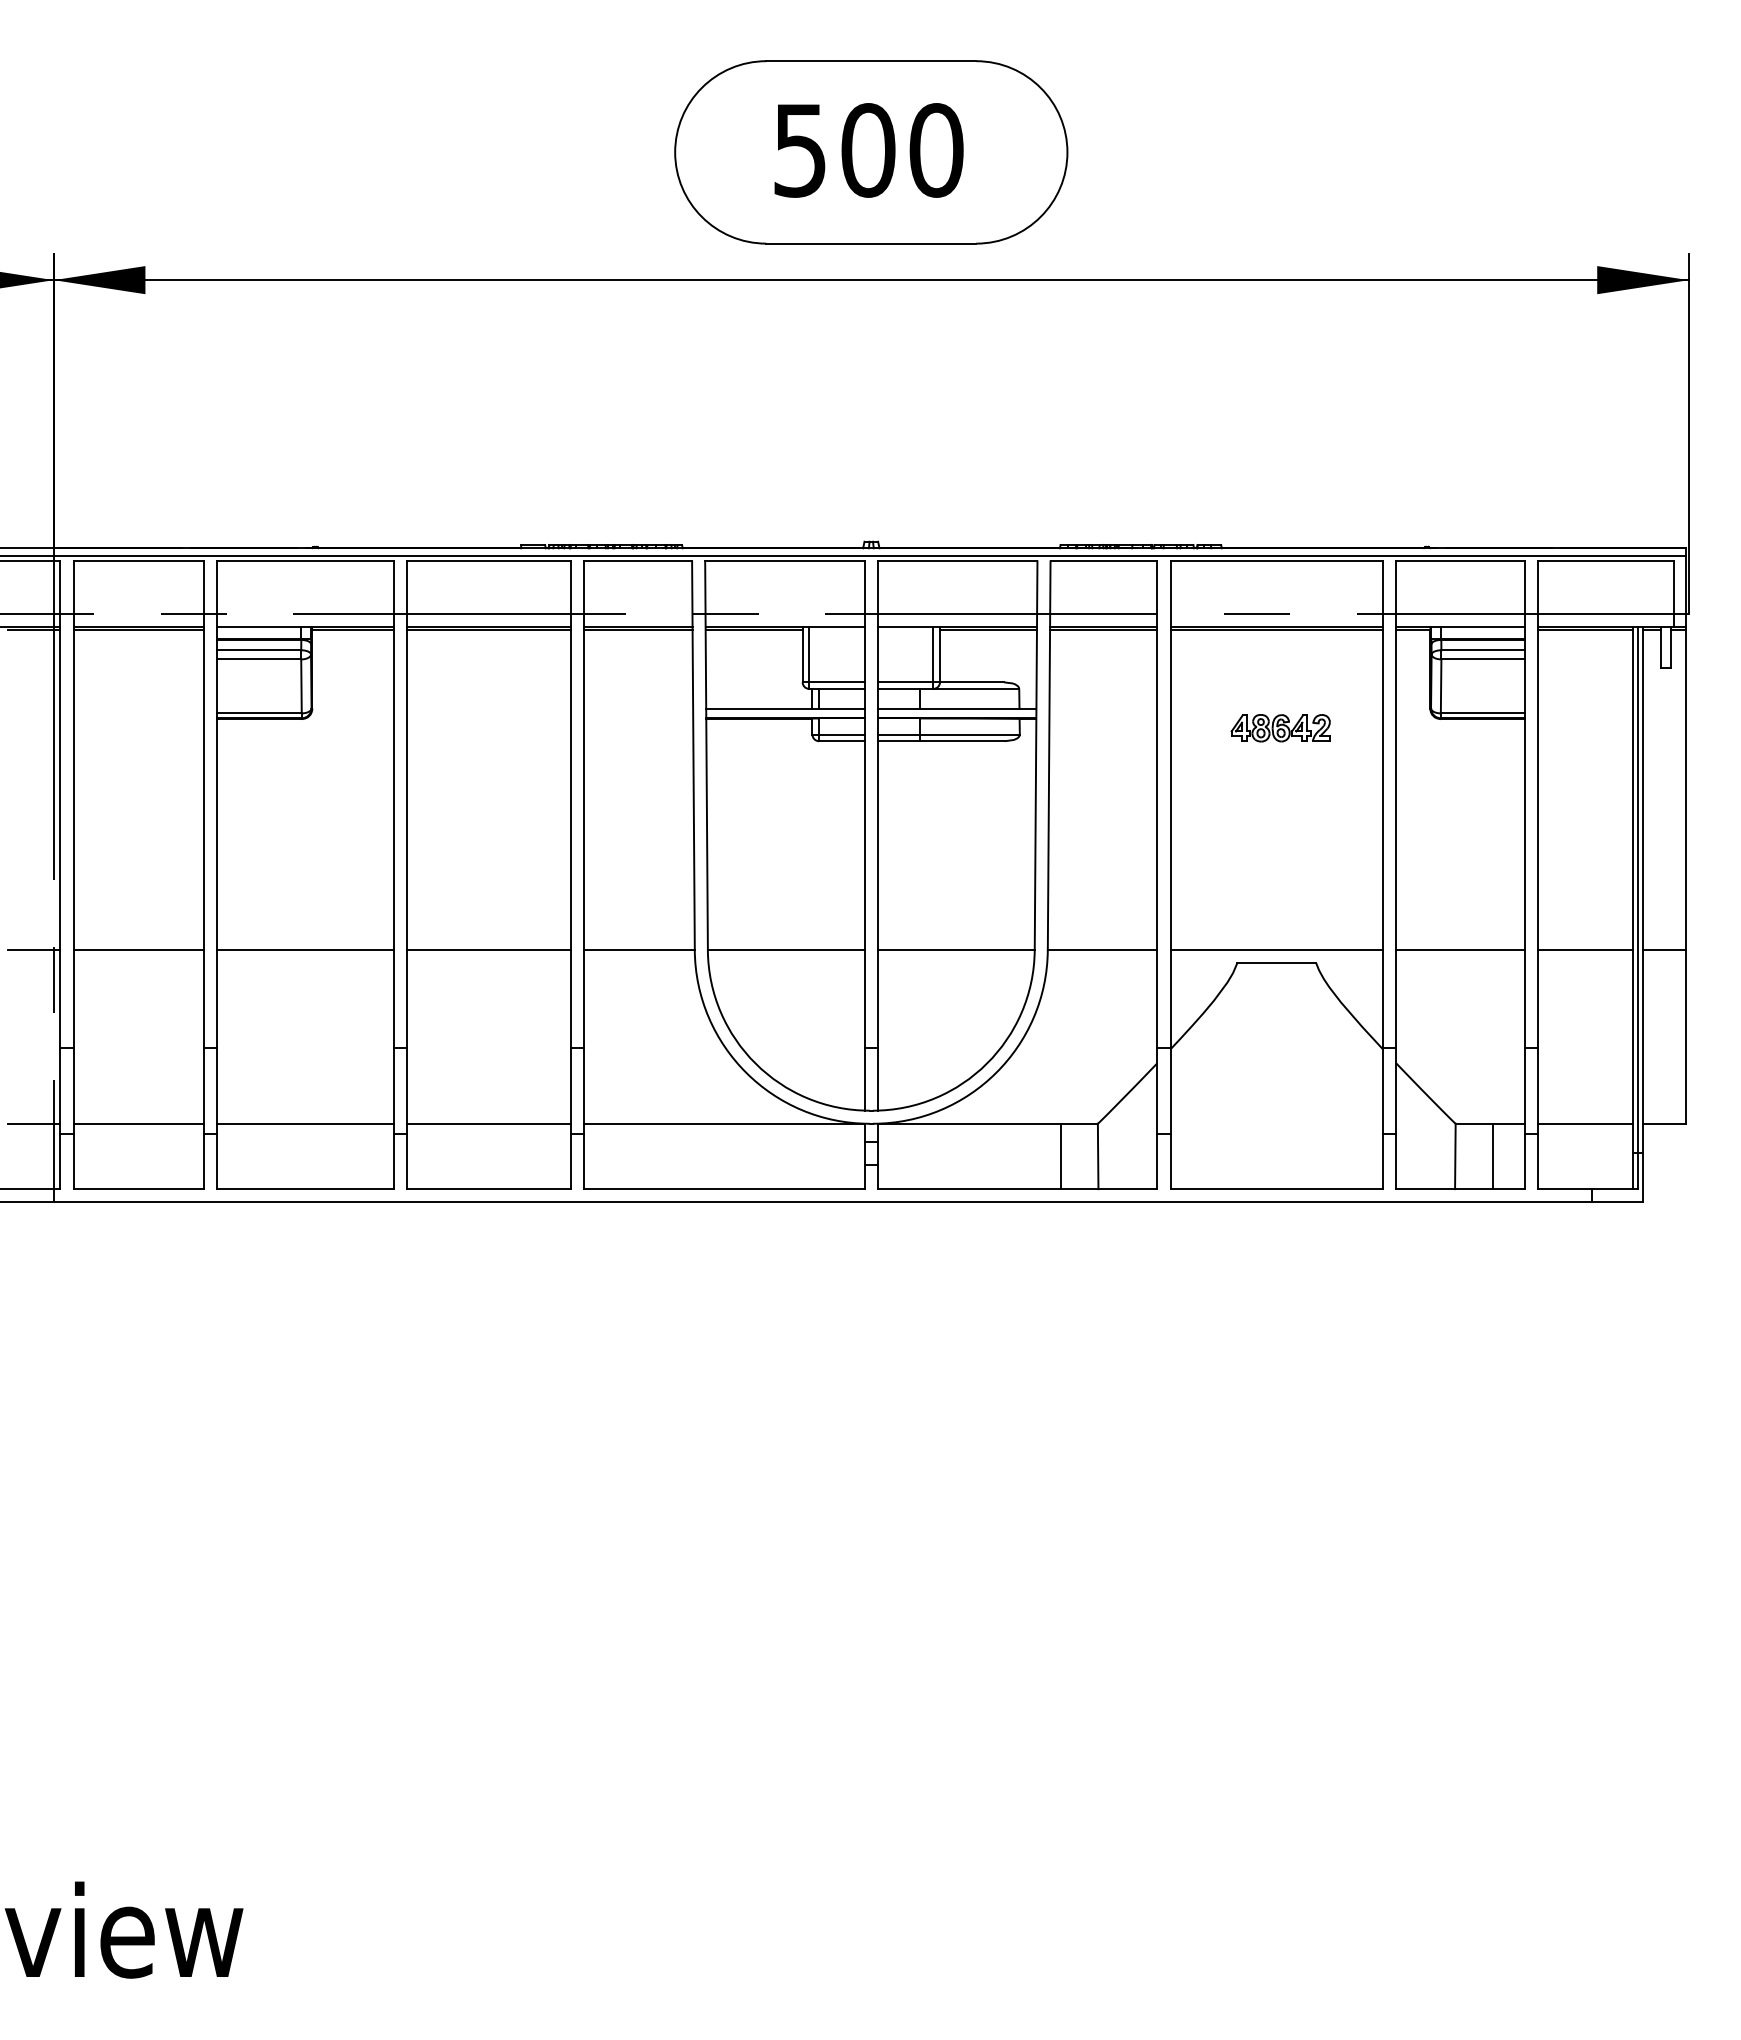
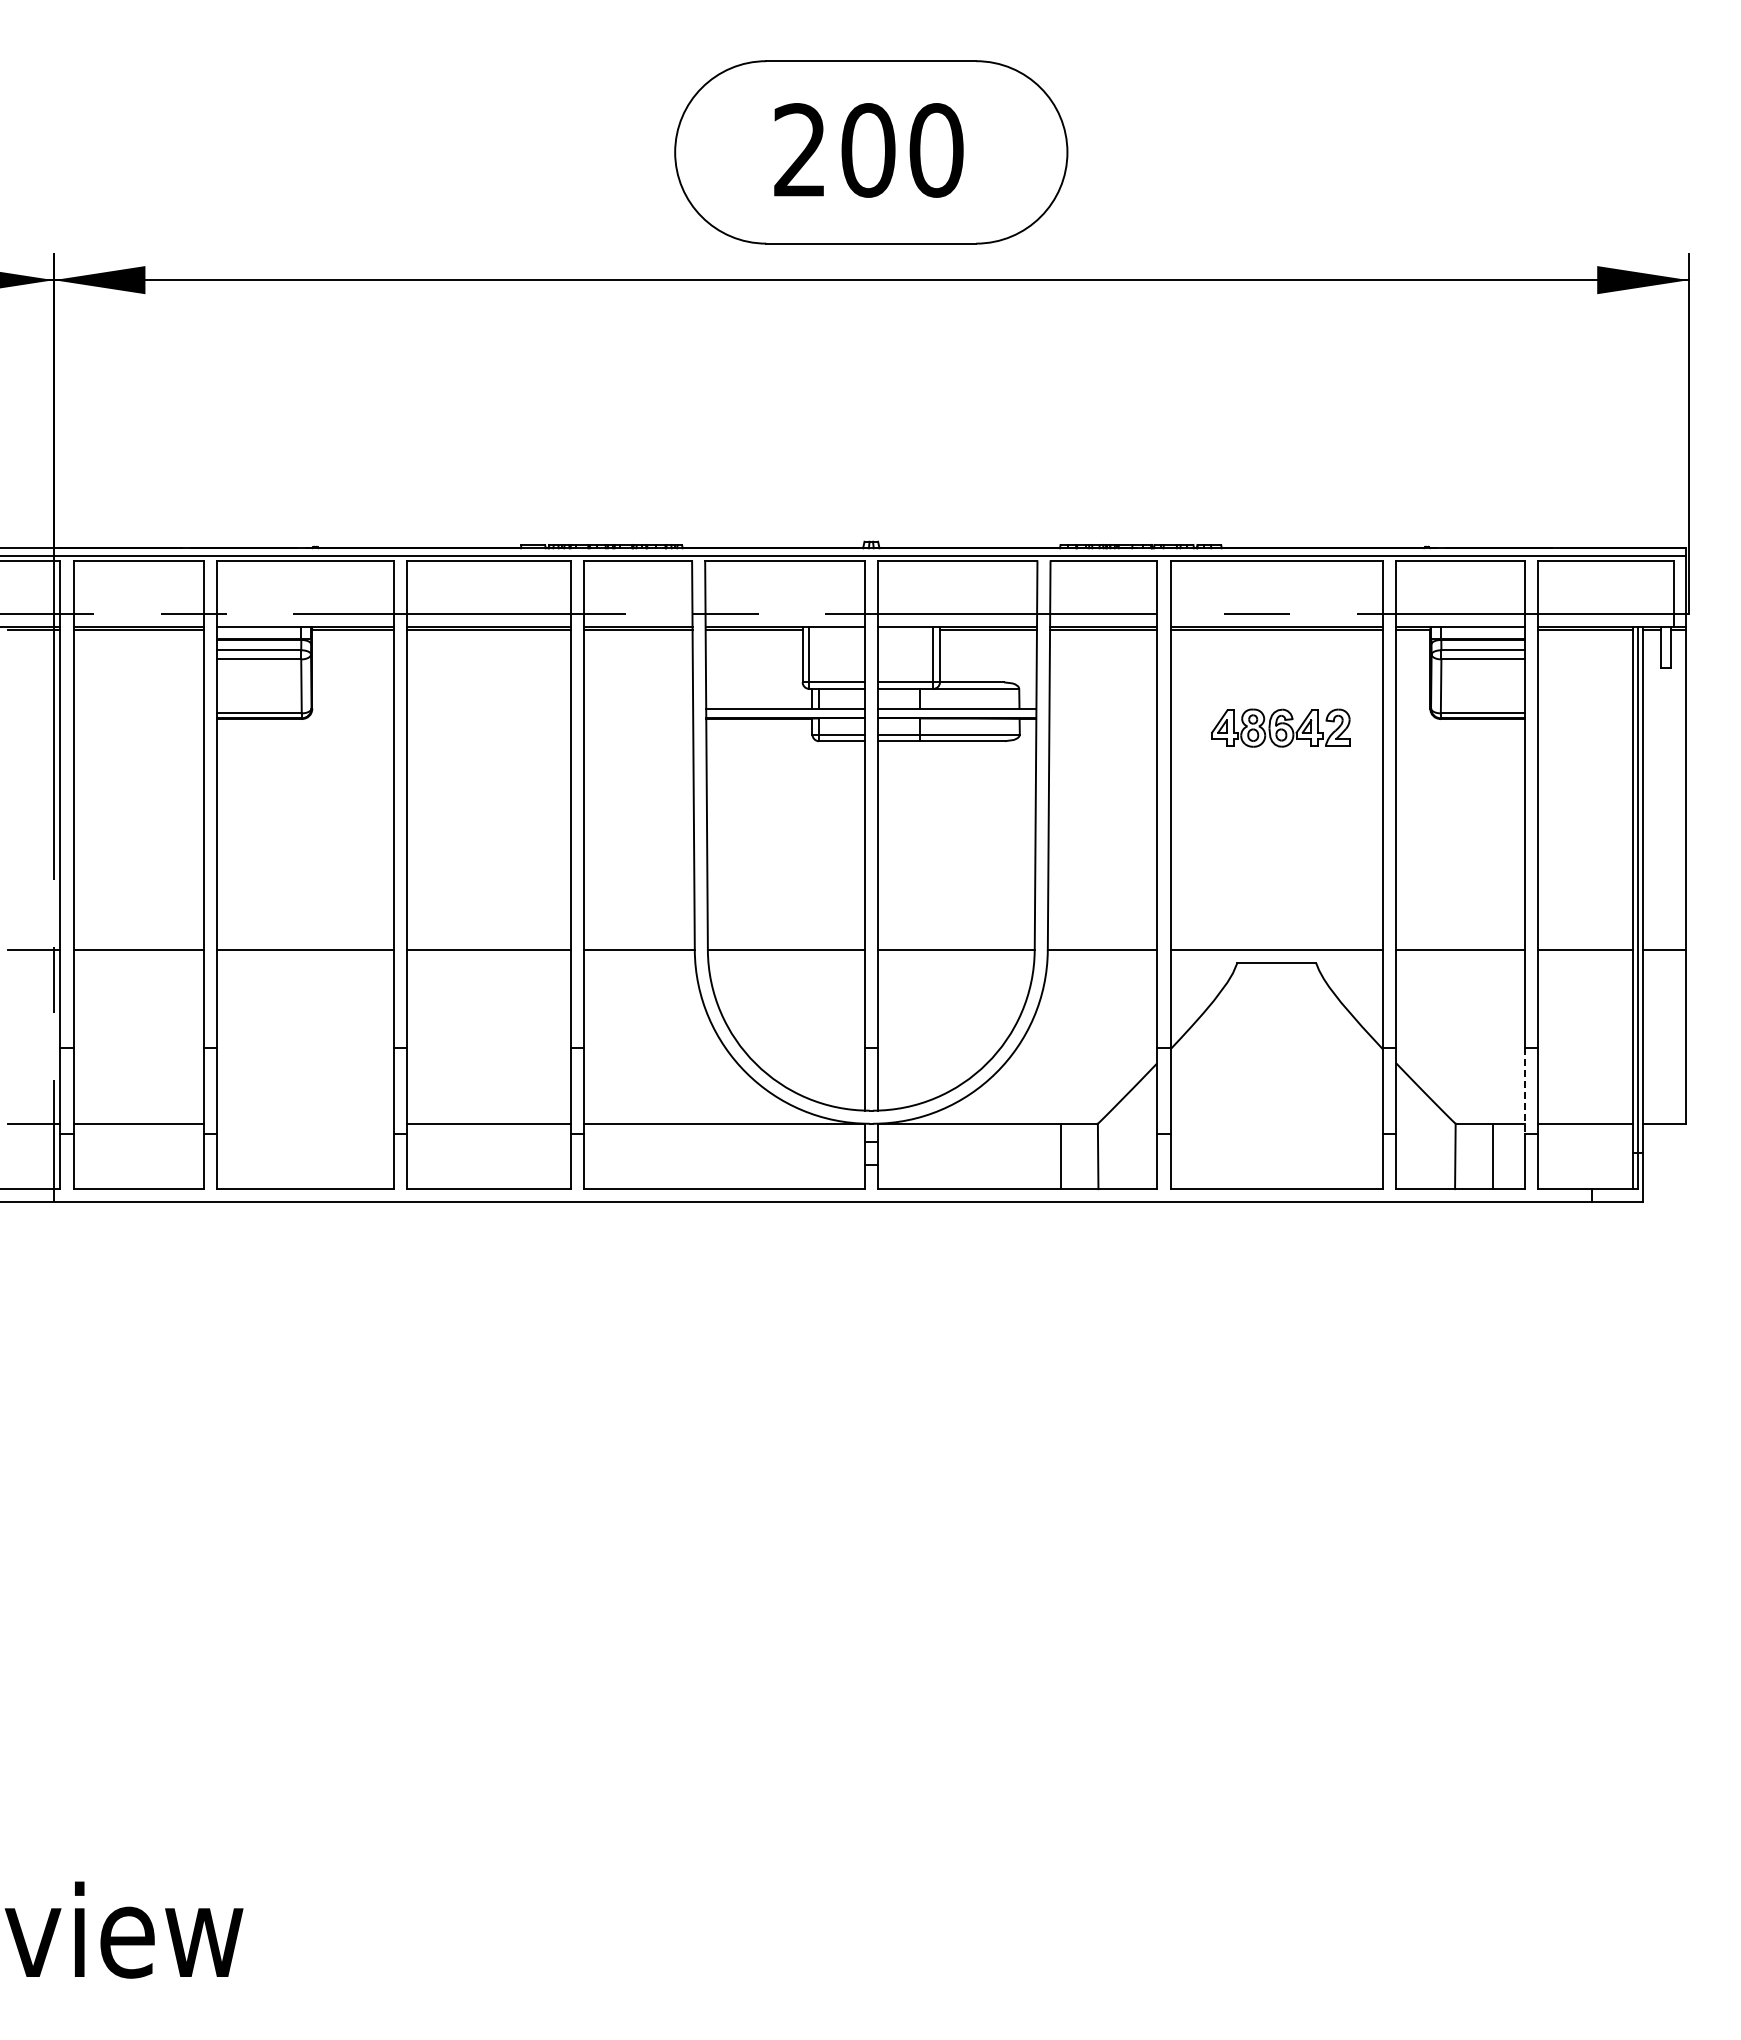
text at (799, 150): 500 -> 200
part at (1280, 728) size: 101x29 px -> 140x40 px
line at (1525, 1090): solid -> dashed
line at (305, 1123): present -> none
